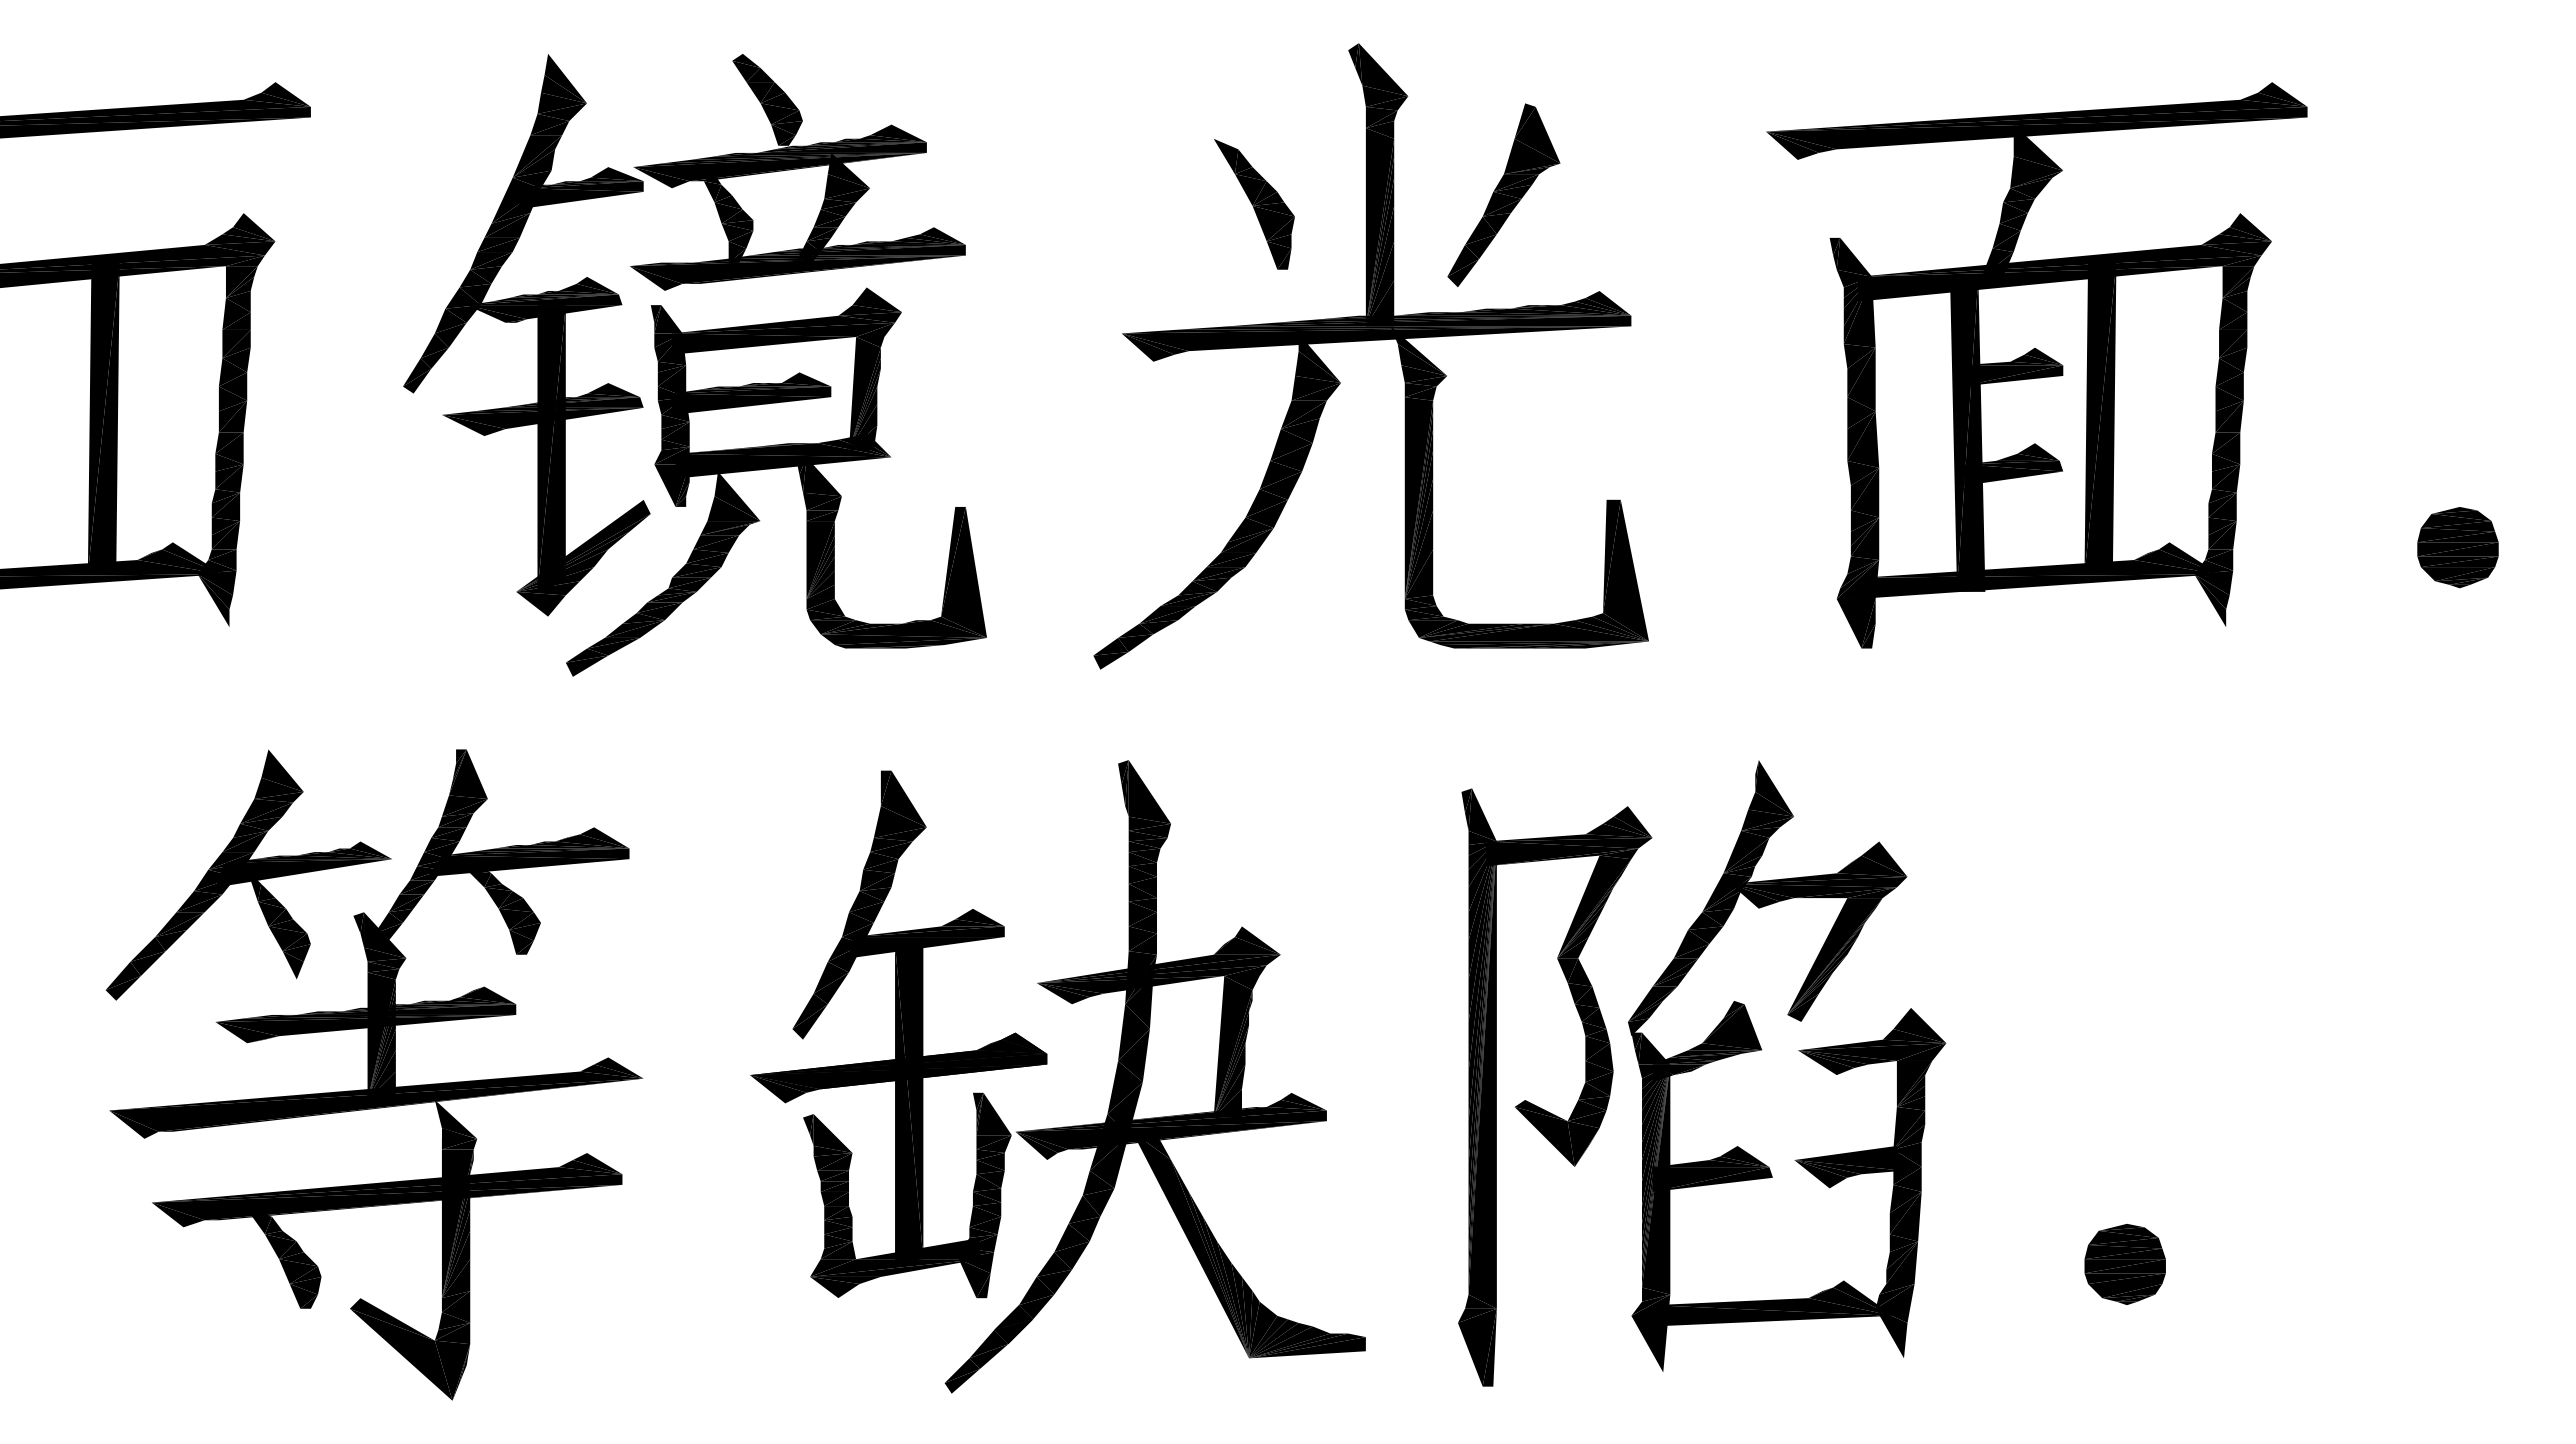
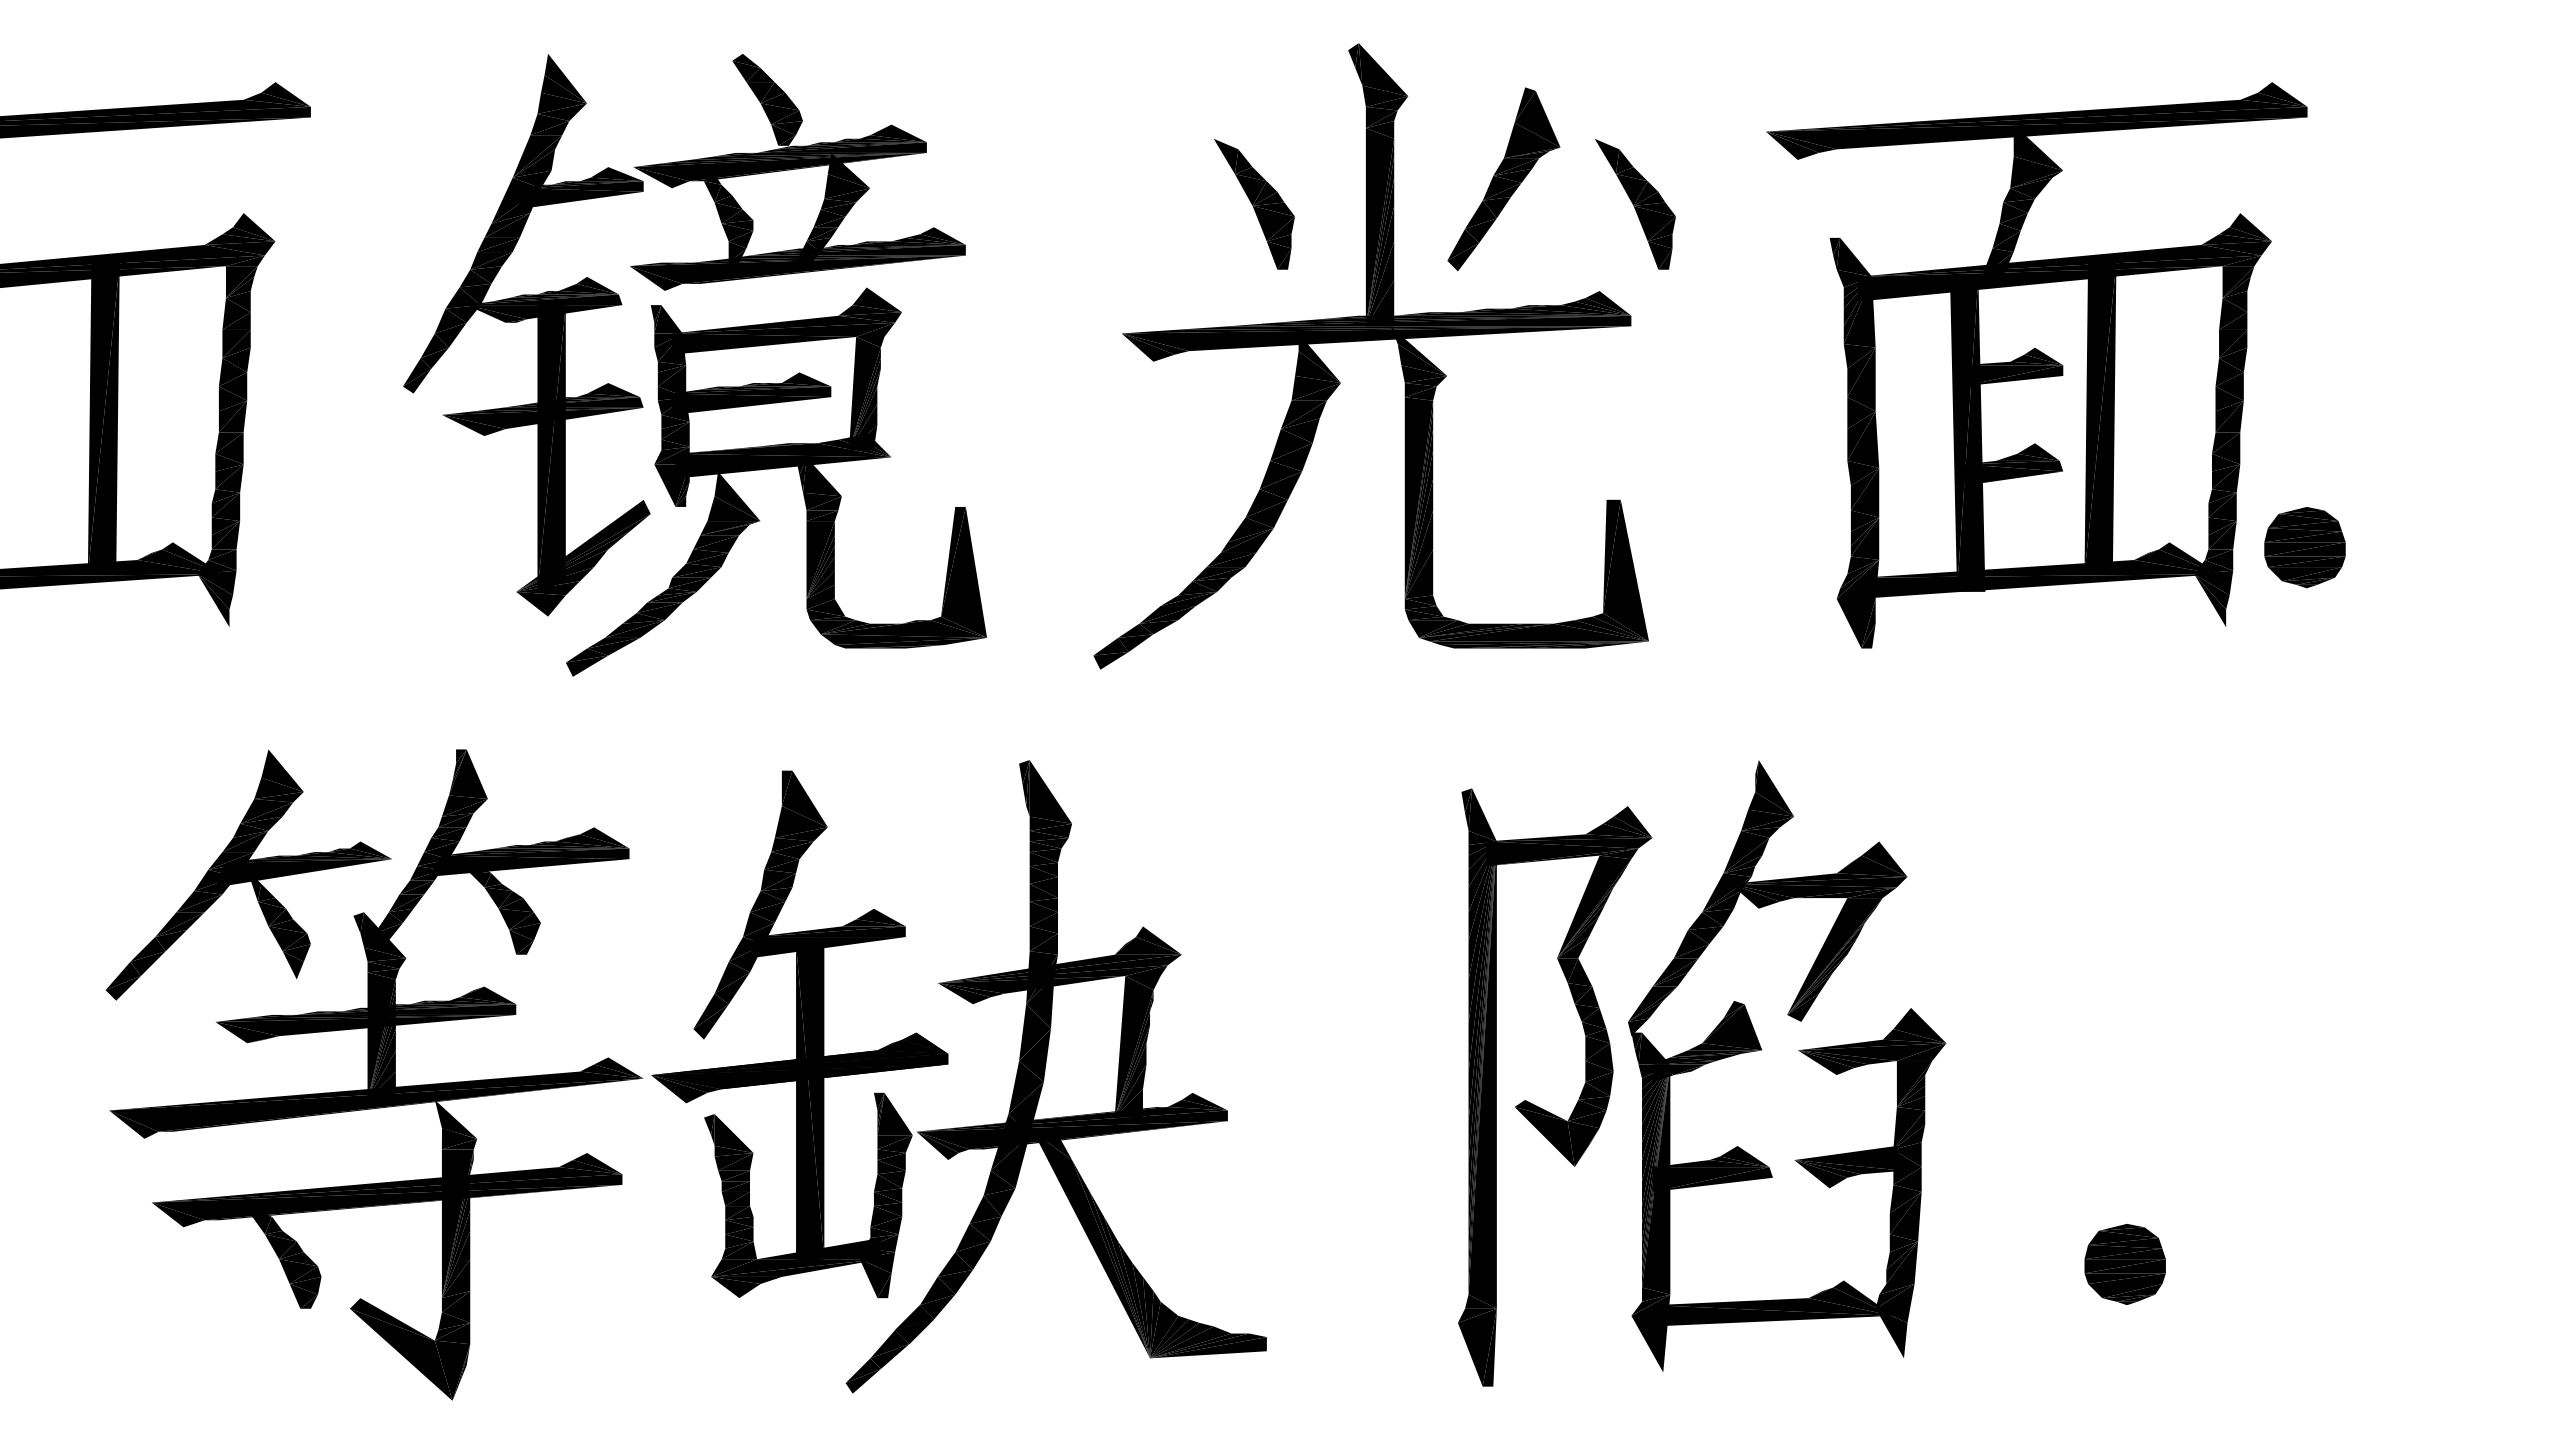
part at (1503, 195) position: (1503, 195) -> (1503, 179)
part at (1635, 204): none -> present
part at (2457, 547) position: (2457, 547) -> (2304, 547)
part at (1047, 1064) position: (1047, 1064) -> (948, 1064)
